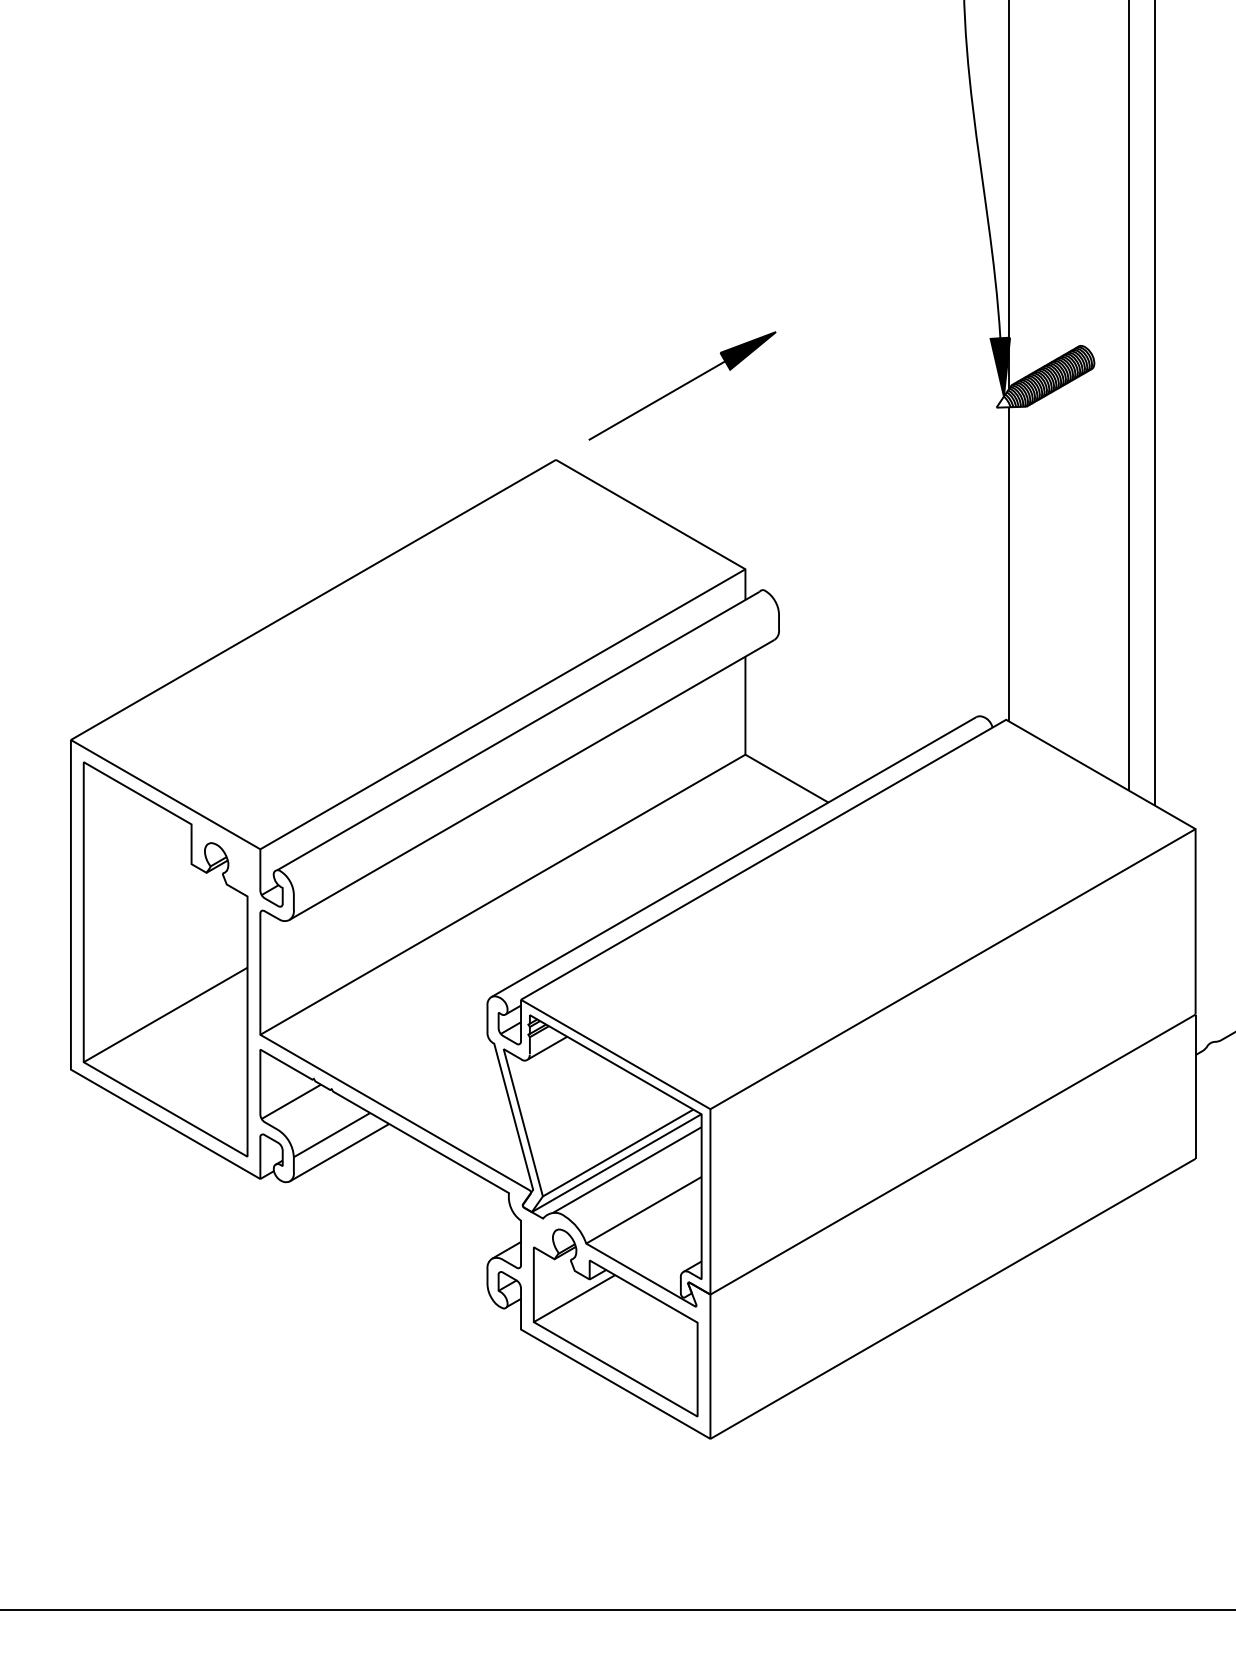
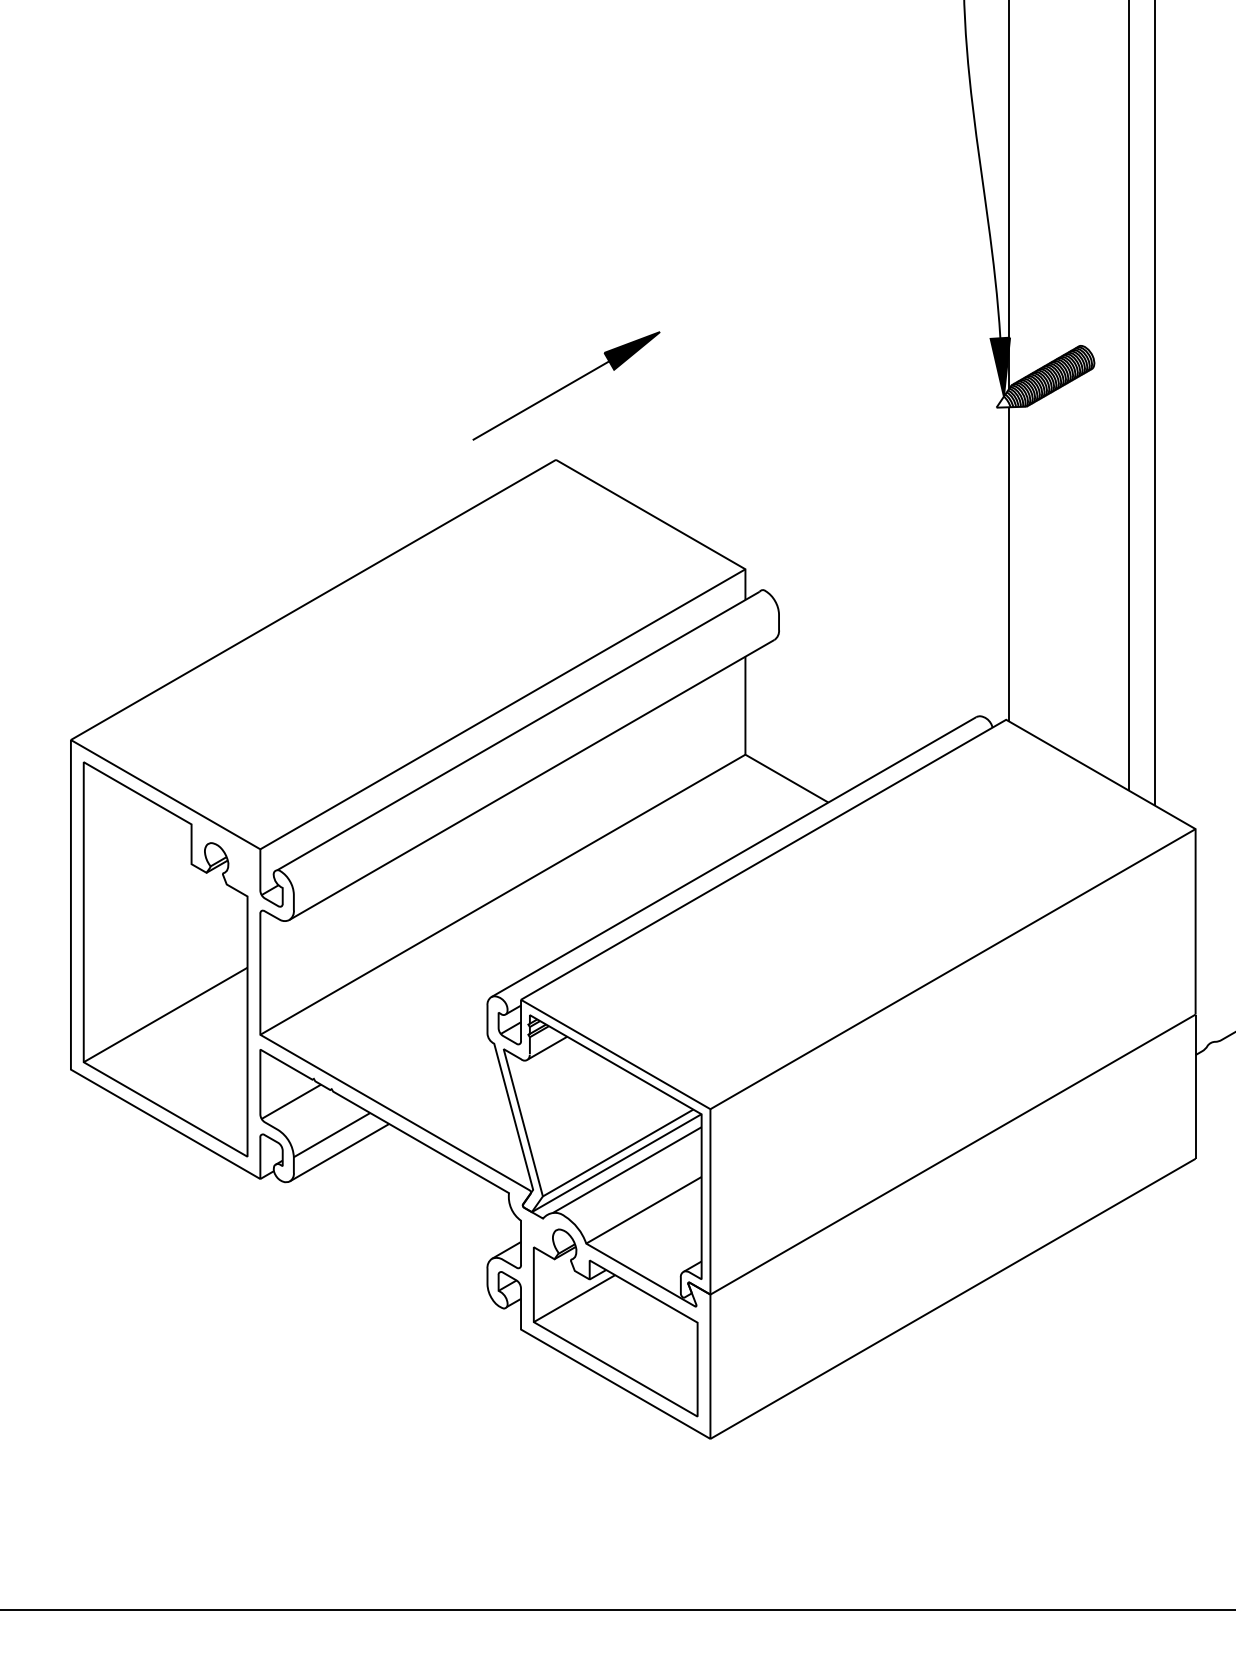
part at (682, 385) position: (682, 385) -> (566, 385)
